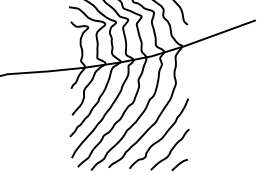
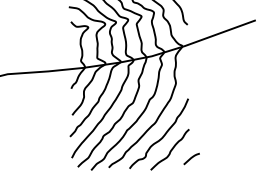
curve at (179, 164) position: (179, 164) -> (191, 158)
